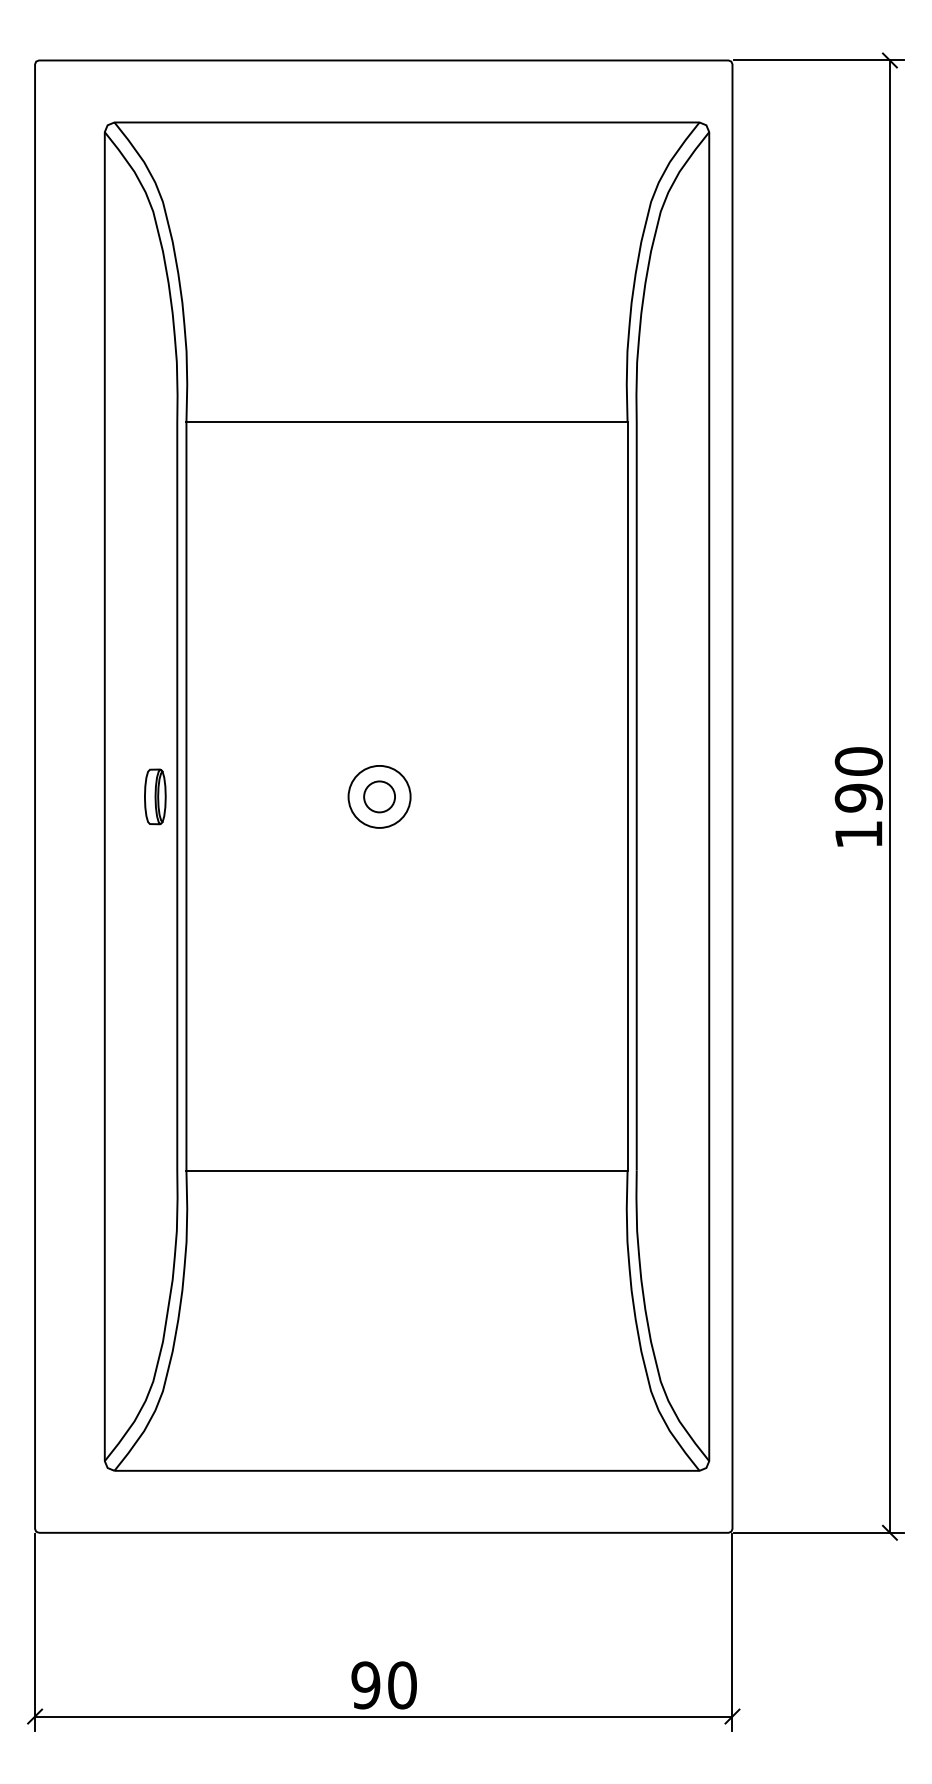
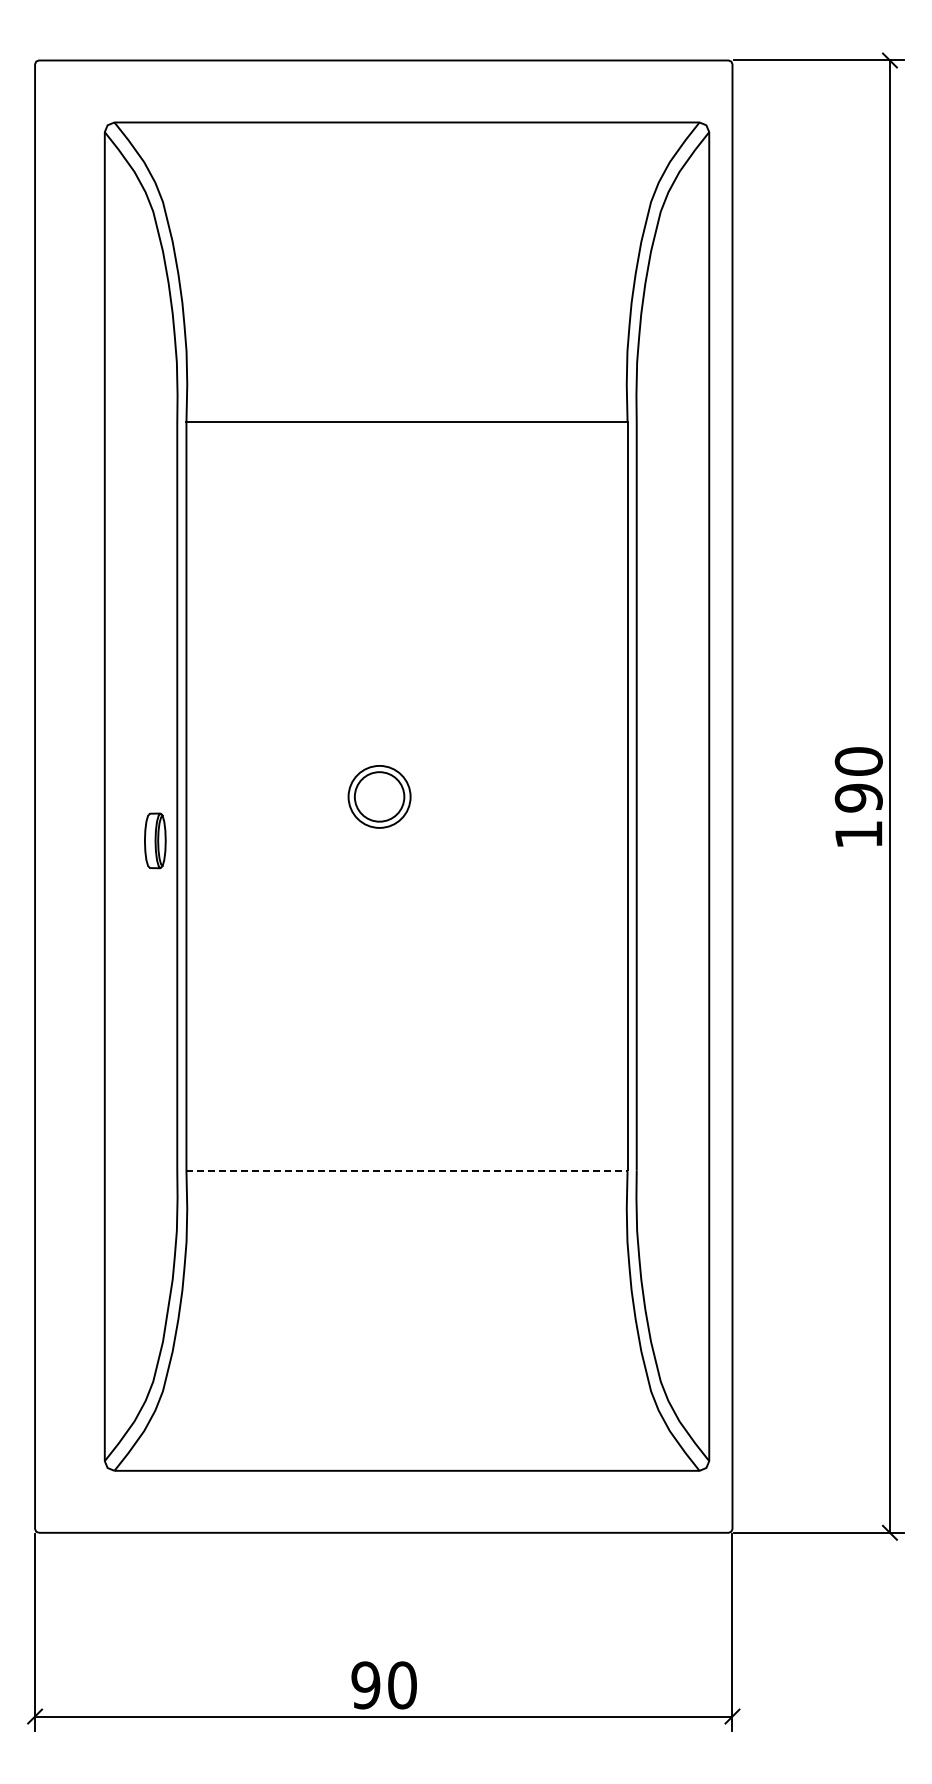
part at (155, 796) position: (155, 796) -> (155, 840)
circle at (379, 796) diameter: 31 px -> 50 px
line at (407, 1171): solid -> dashed
